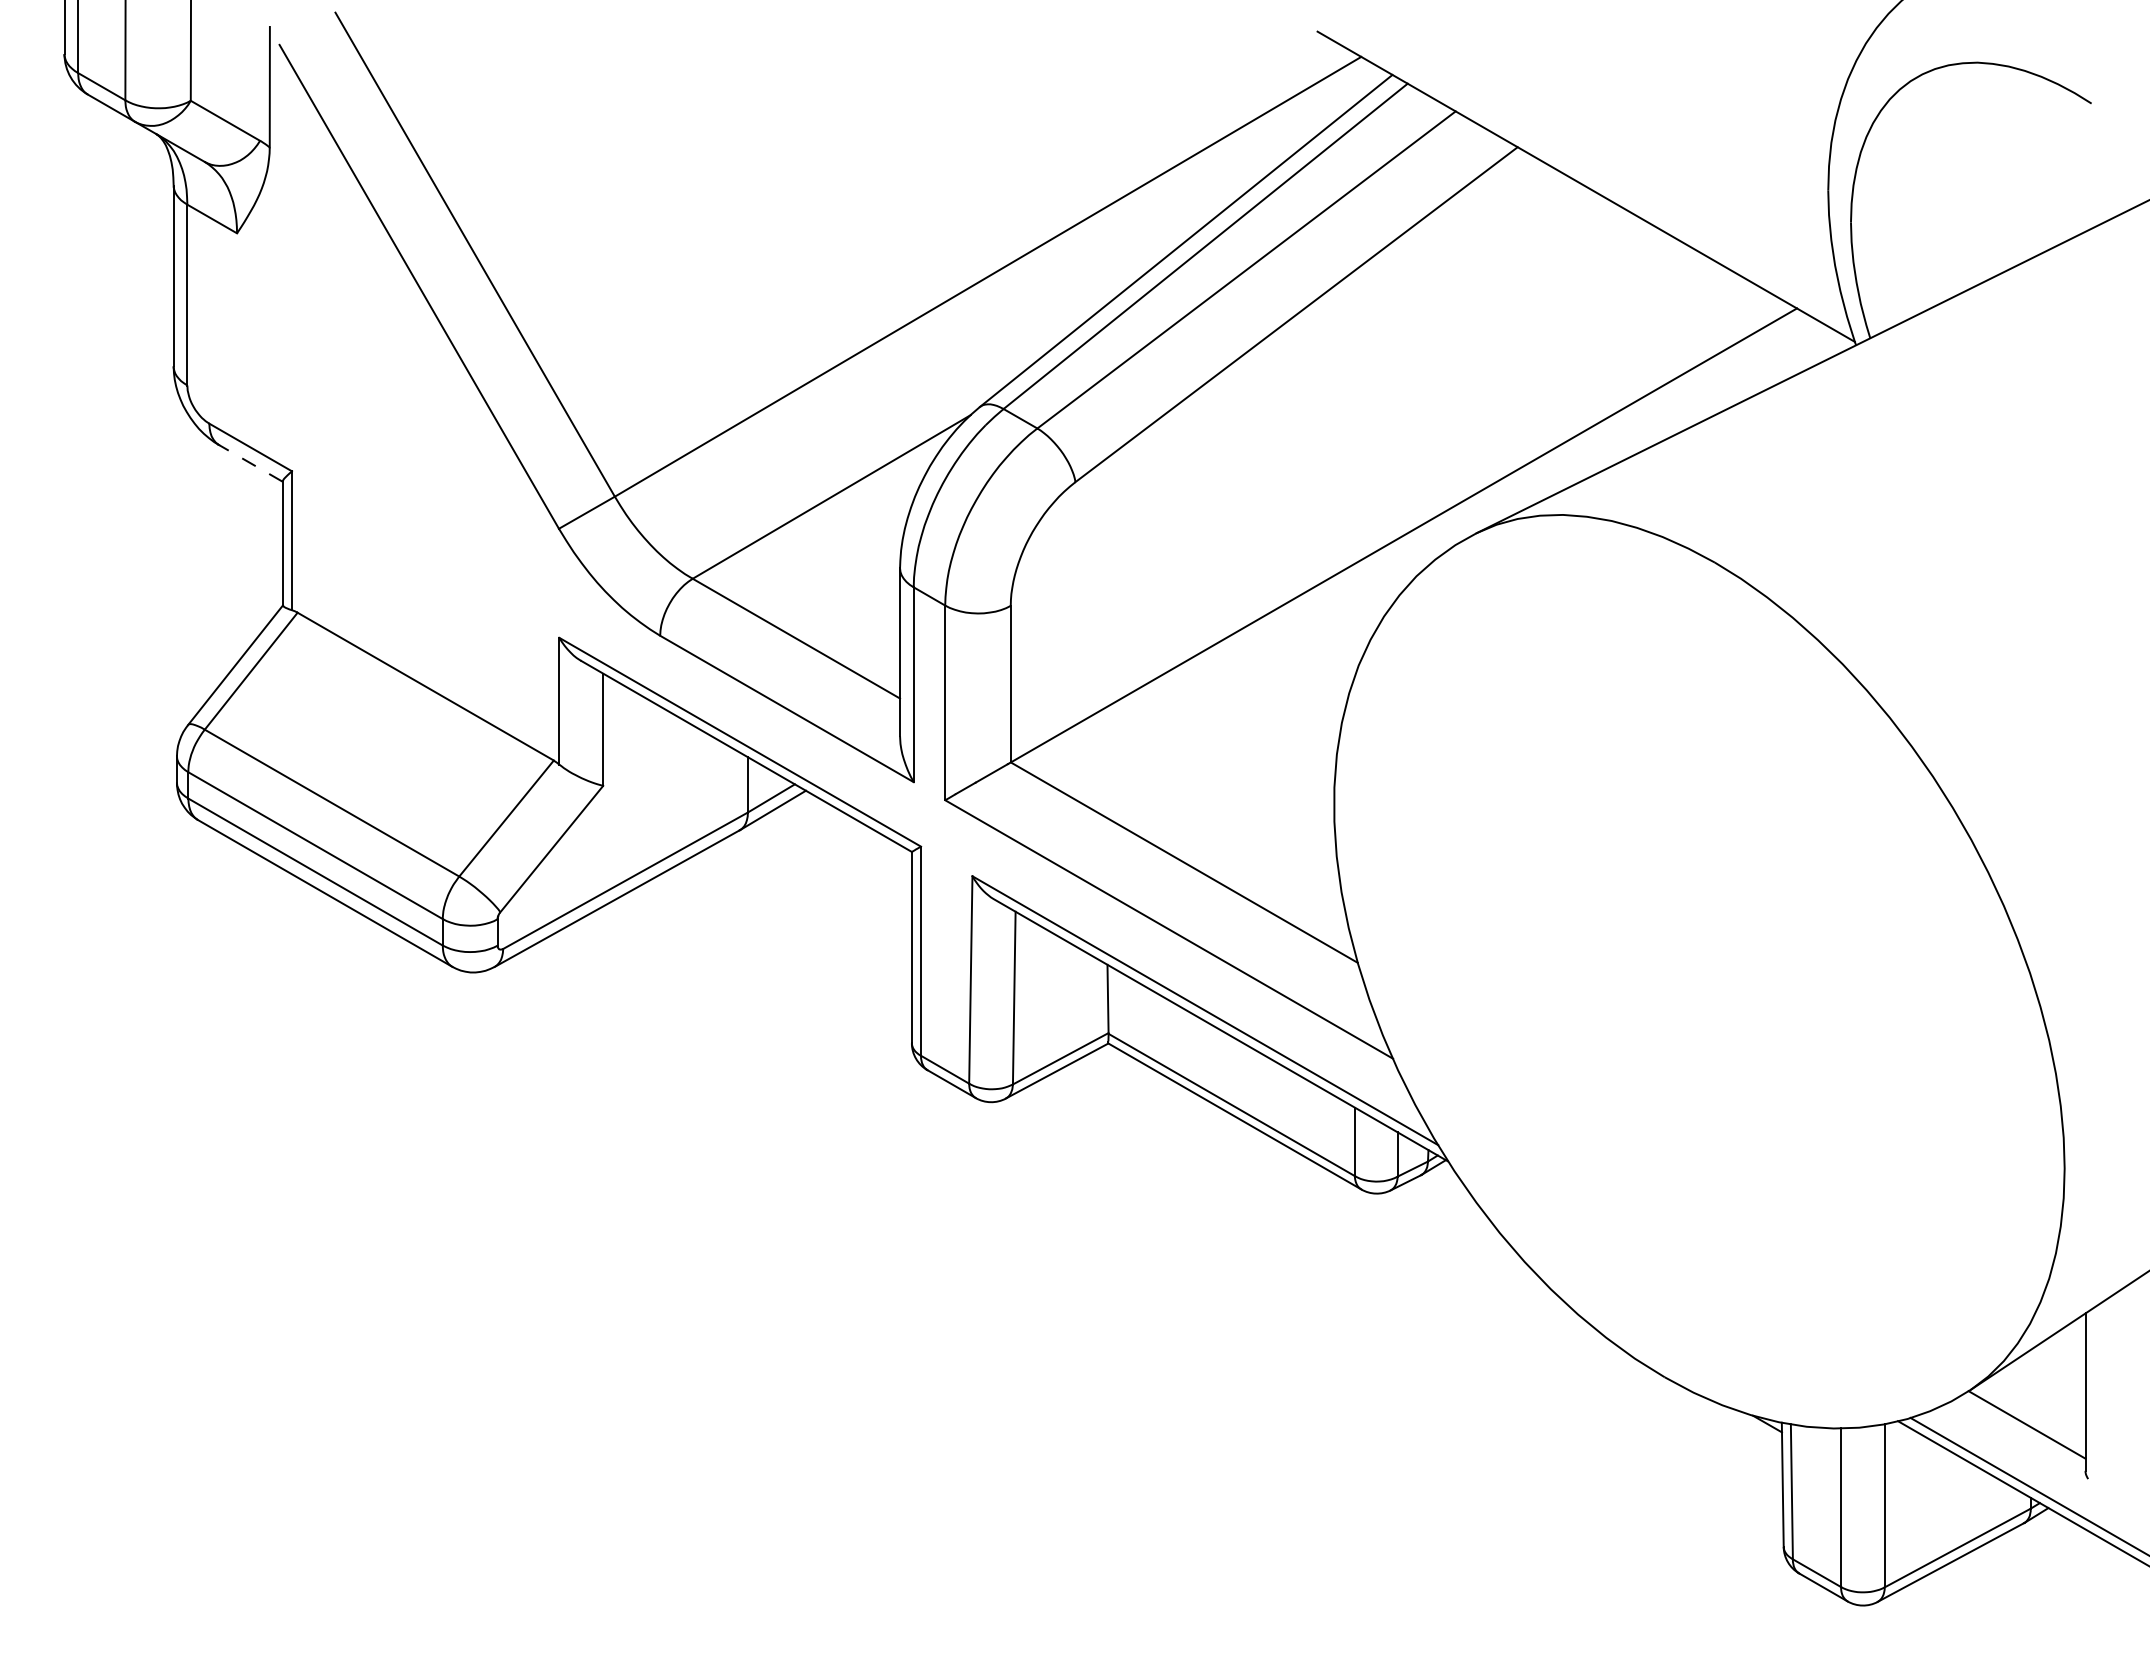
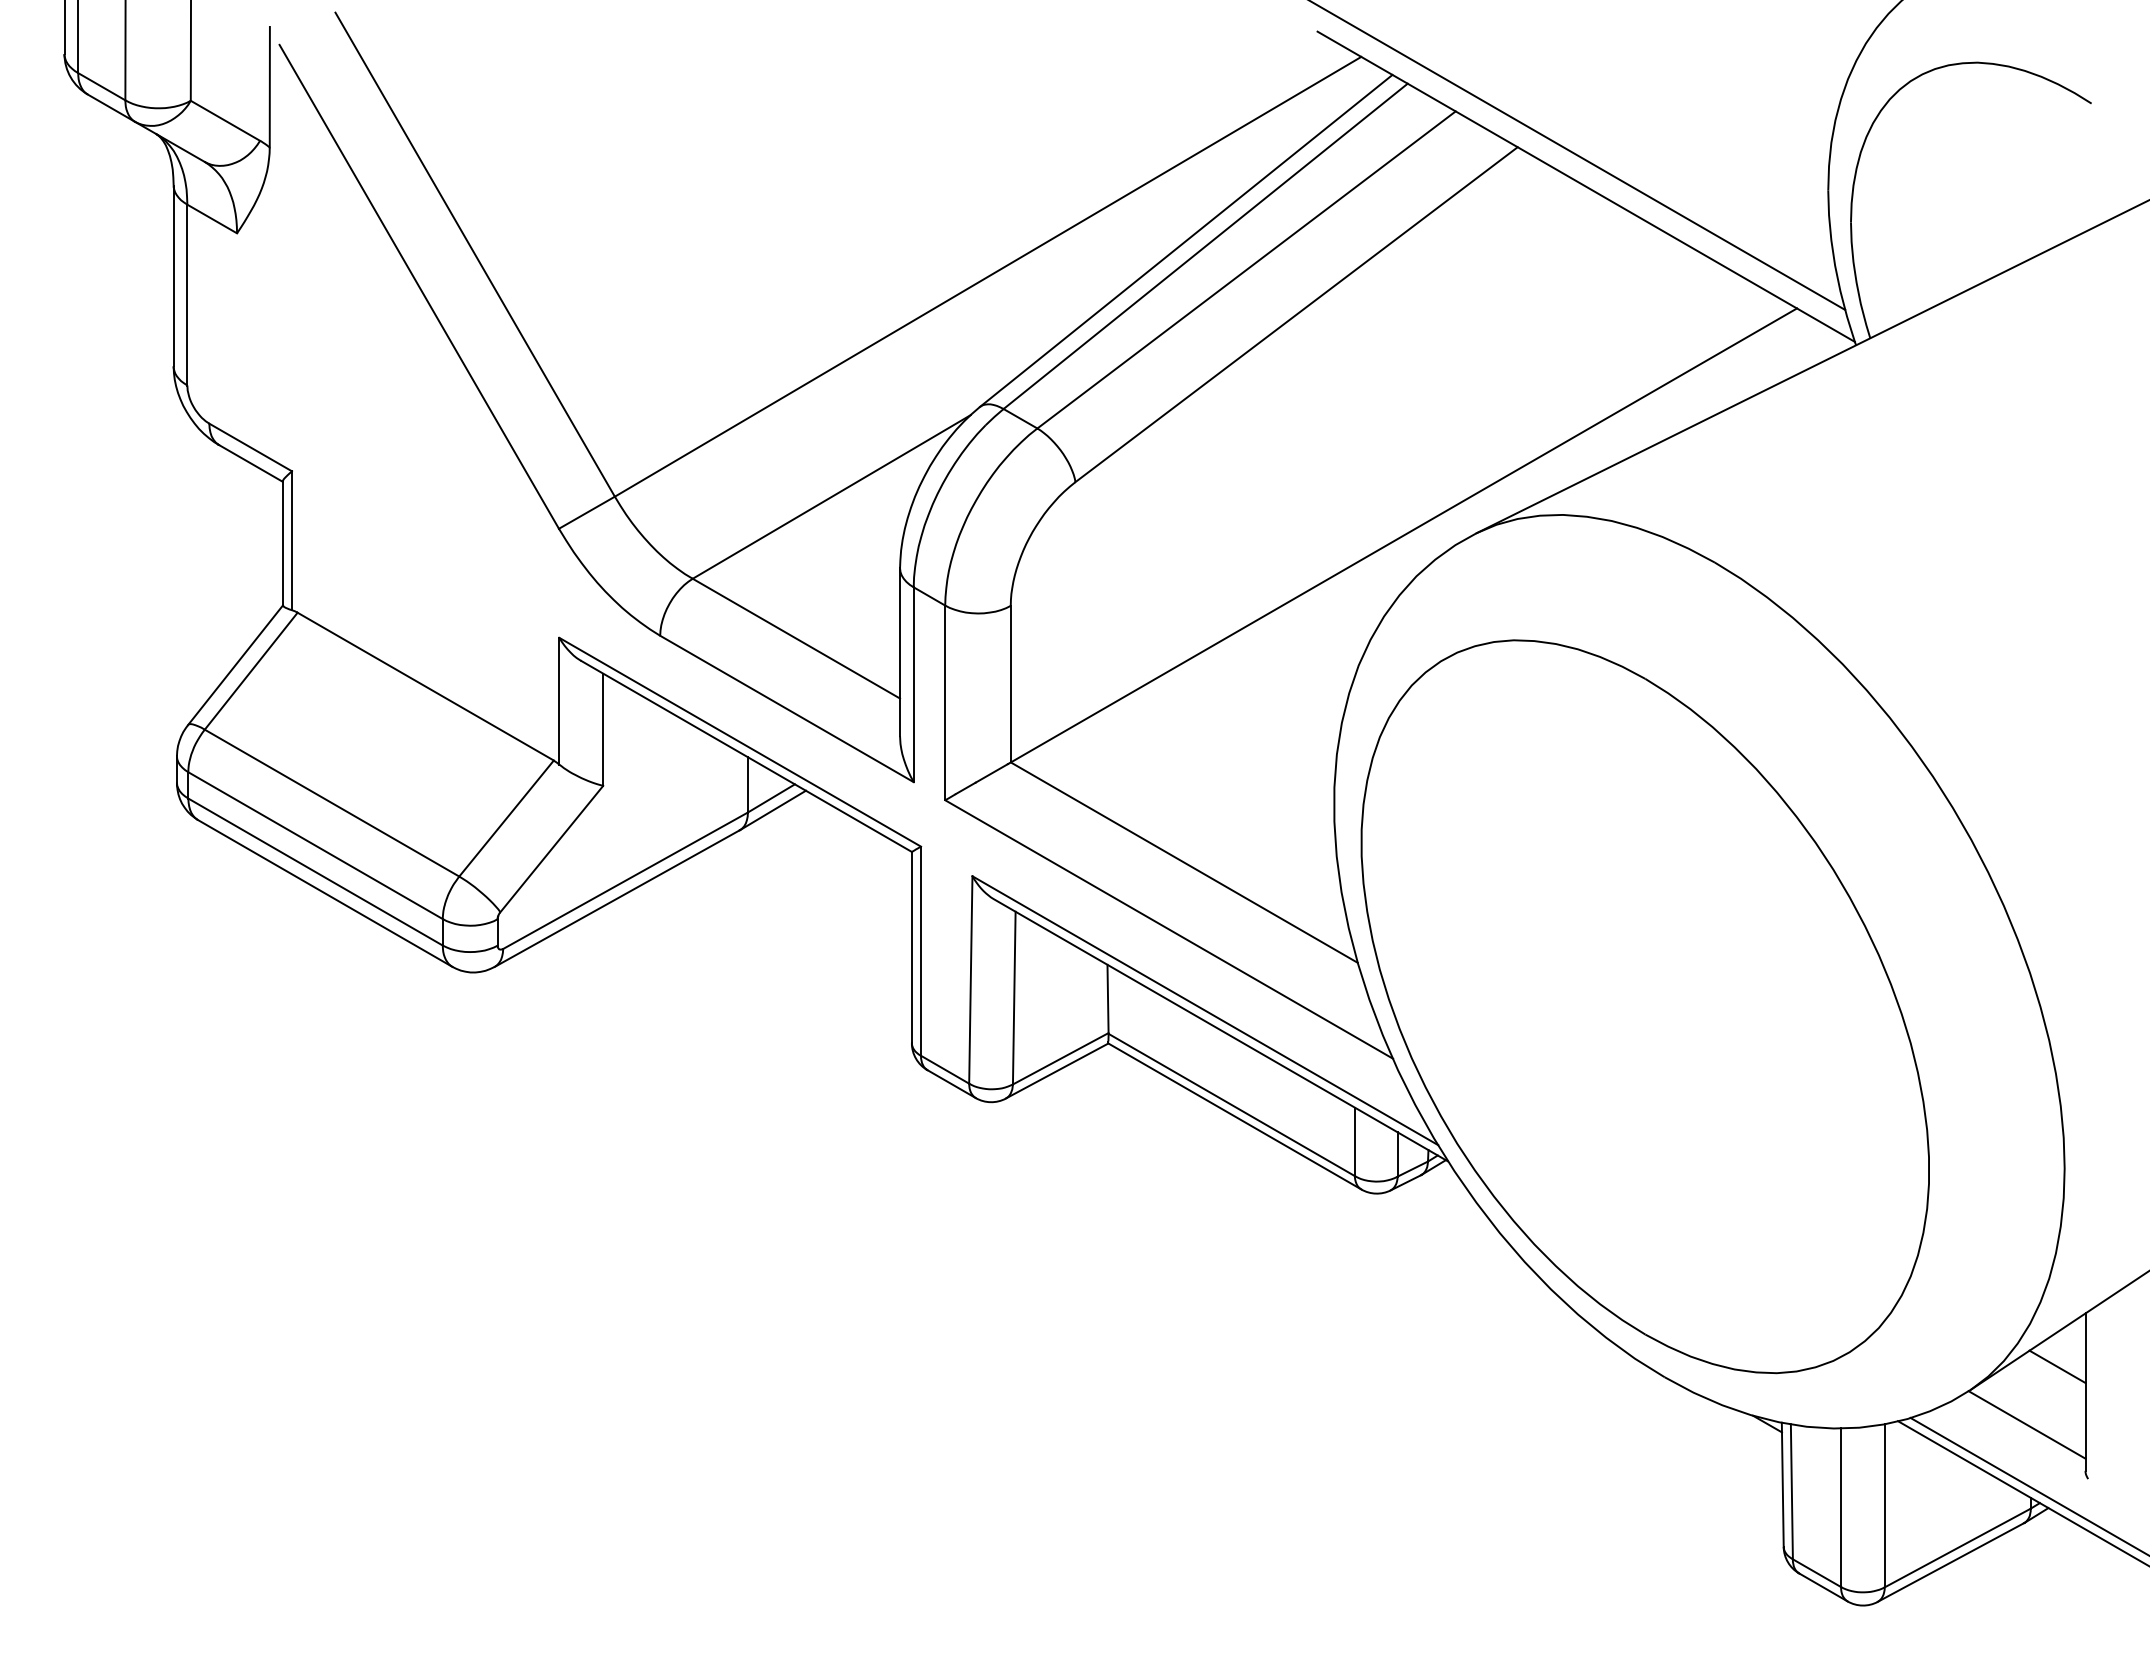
line at (1578, 155): none -> present
line at (250, 463): dashed -> solid
part at (1644, 1006): none -> present
line at (2057, 1366): none -> present
